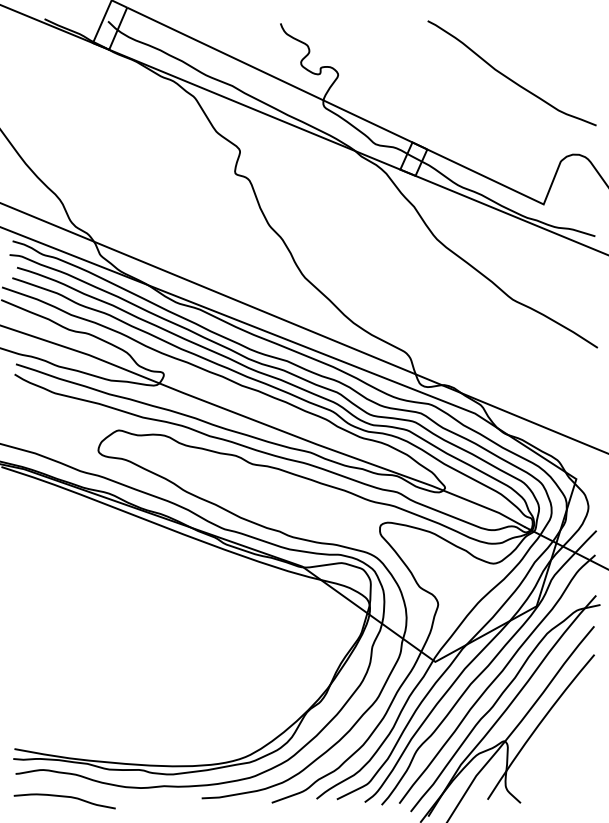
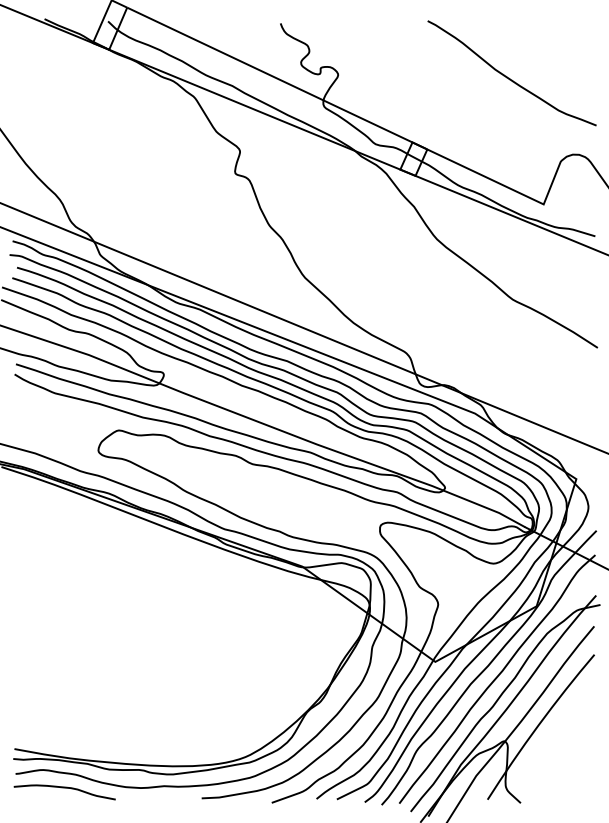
curve at (64, 797) position: (64, 797) -> (64, 788)
